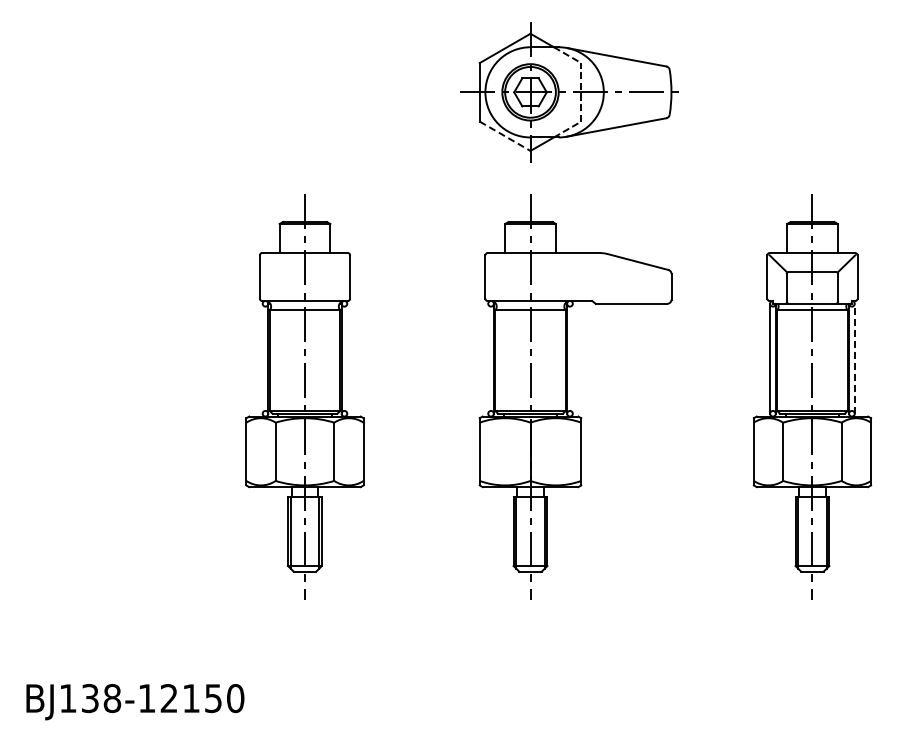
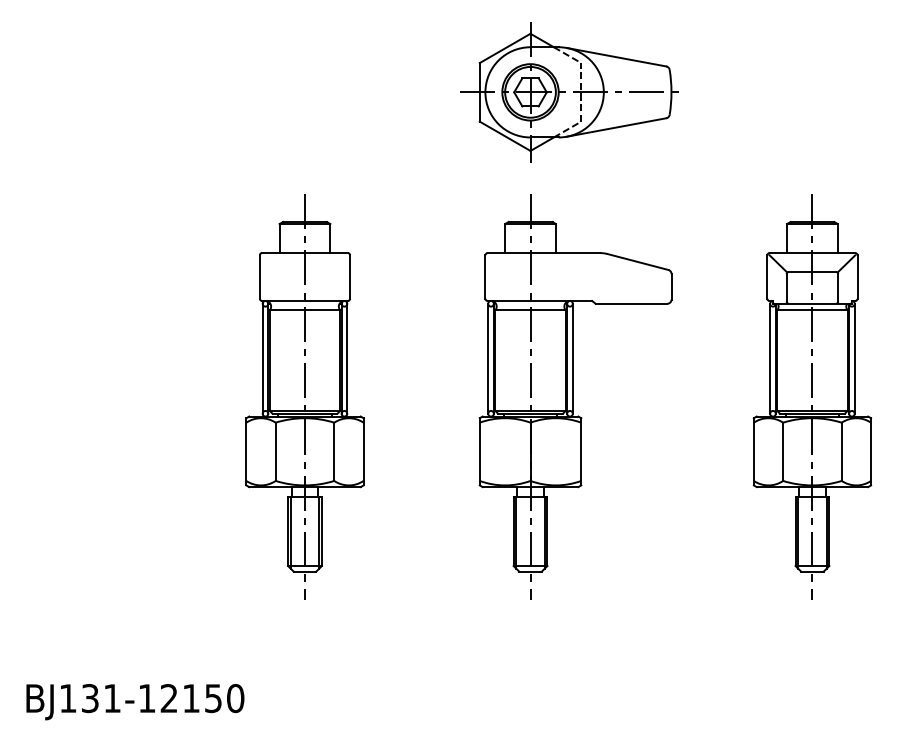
line at (505, 136): dashed -> solid
line at (262, 358): none -> present
line at (347, 358): none -> present
line at (488, 358): none -> present
line at (572, 358): none -> present
line at (854, 358): dashed -> solid
text at (112, 698): BJ138-12150 -> BJ131-12150
